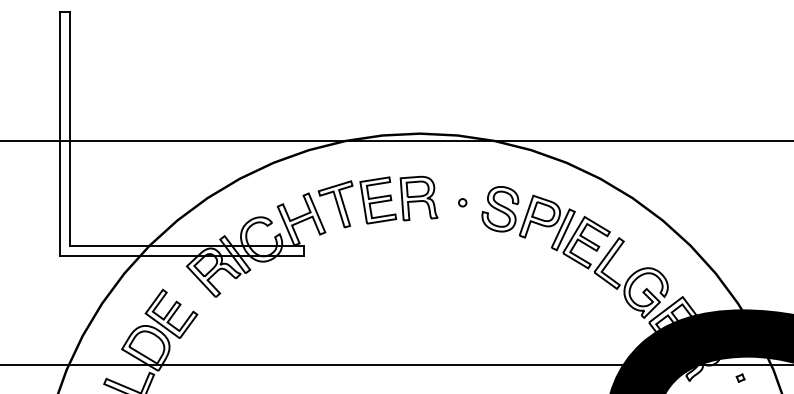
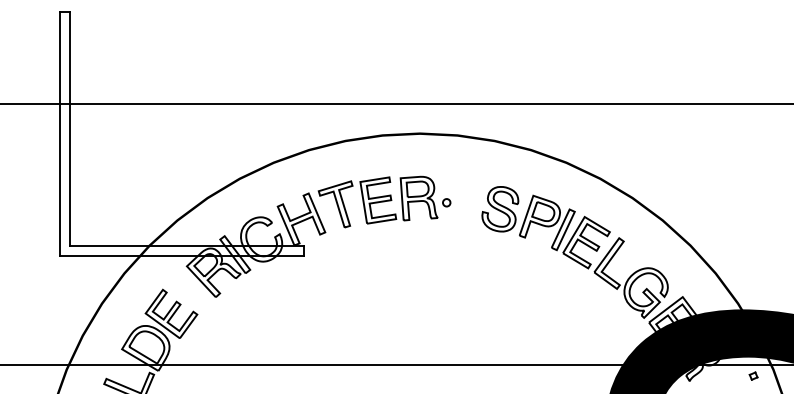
line at (396, 140) position: (396, 140) -> (396, 103)
circle at (462, 202) position: (462, 202) -> (446, 202)
part at (740, 377) position: (740, 377) -> (753, 375)
